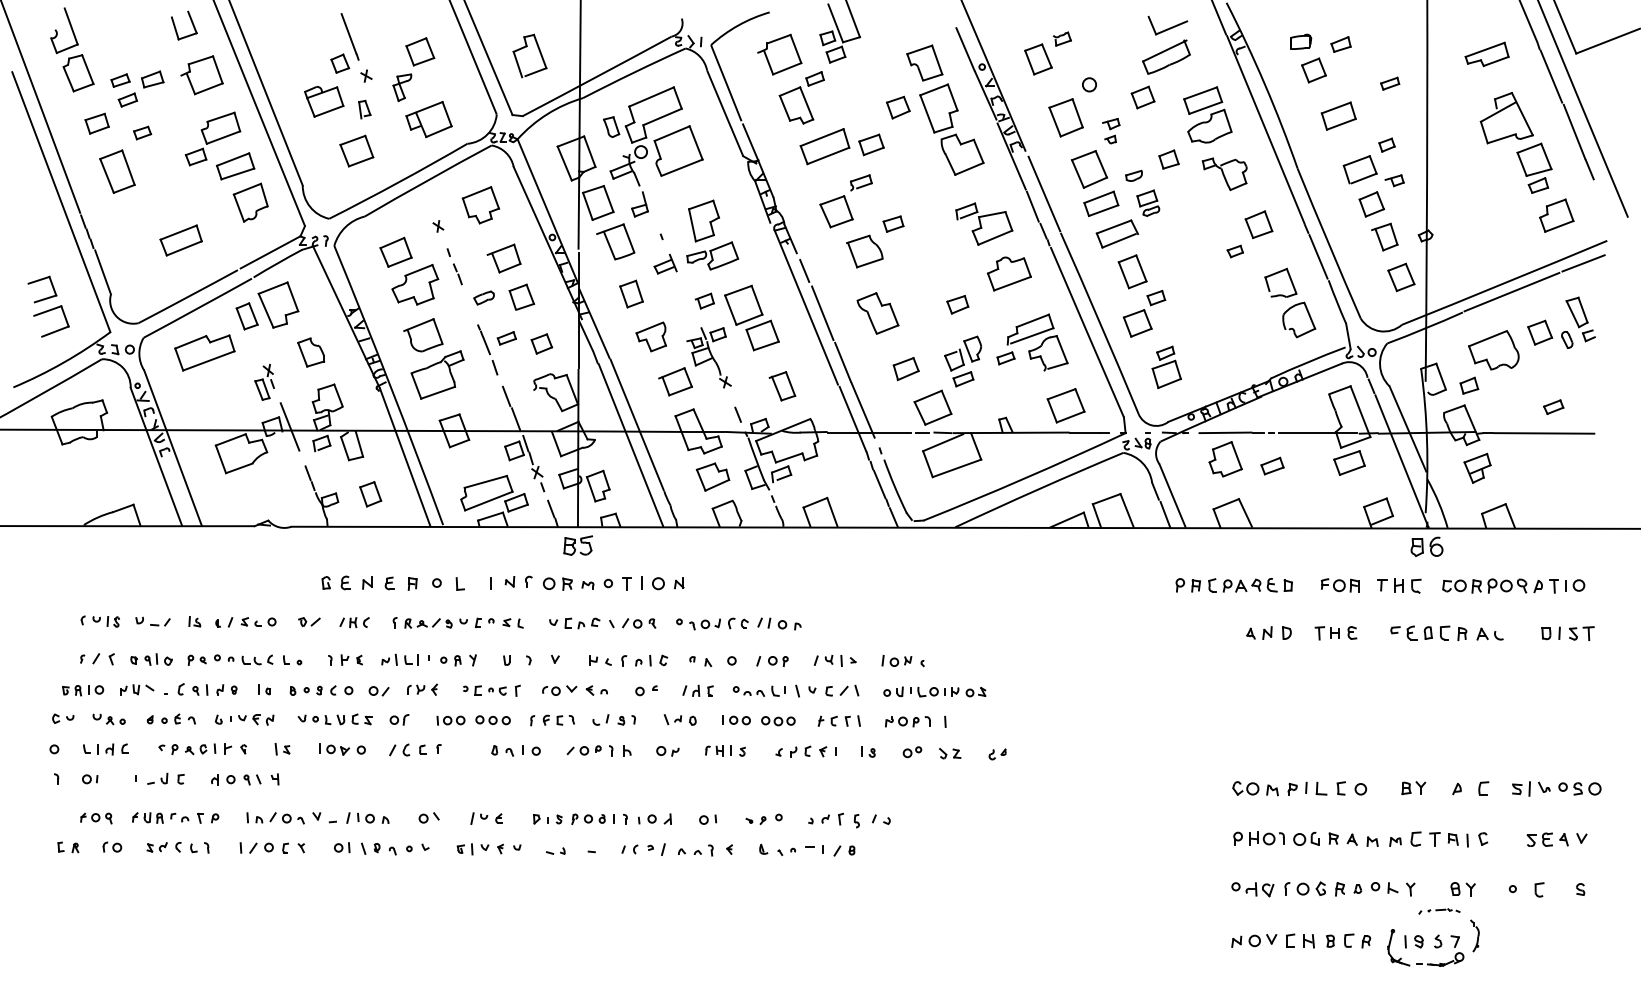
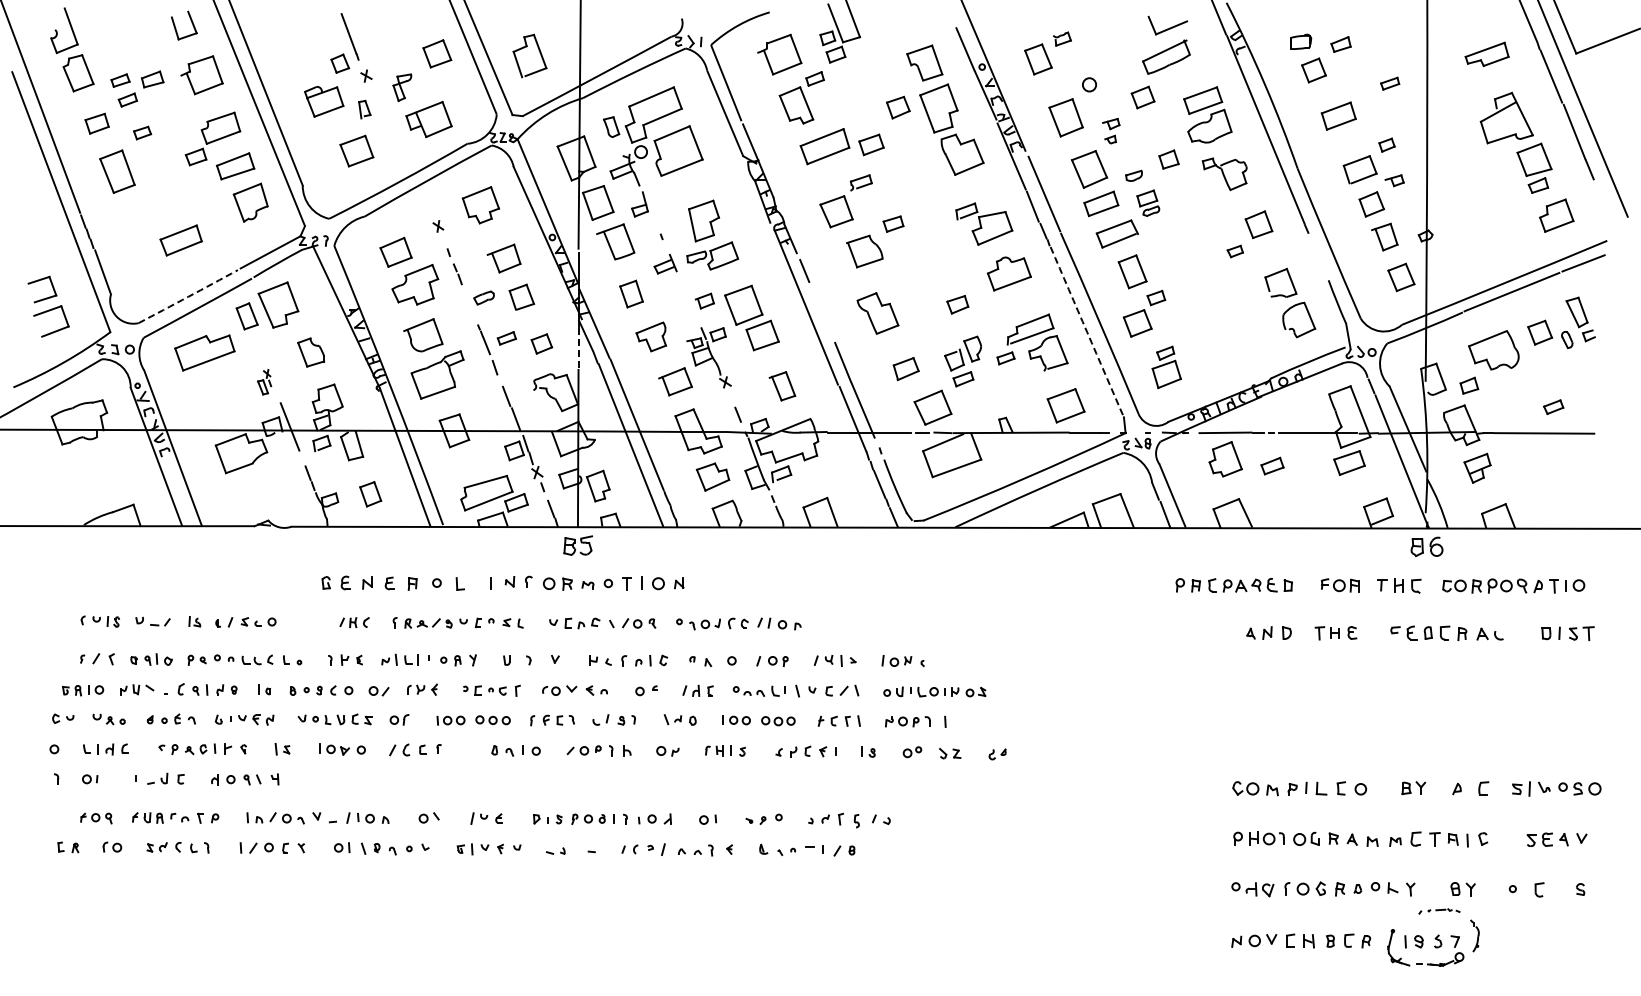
part at (420, 51) position: (420, 51) -> (437, 53)
line at (1318, 256): present -> none
arc at (188, 296): solid -> dashed
line at (822, 313): present -> none
arc at (1087, 332): solid -> dashed
line at (578, 348): solid -> dashed
part at (264, 381) size: 21x38 px -> 16x27 px
part at (309, 621): present -> none
